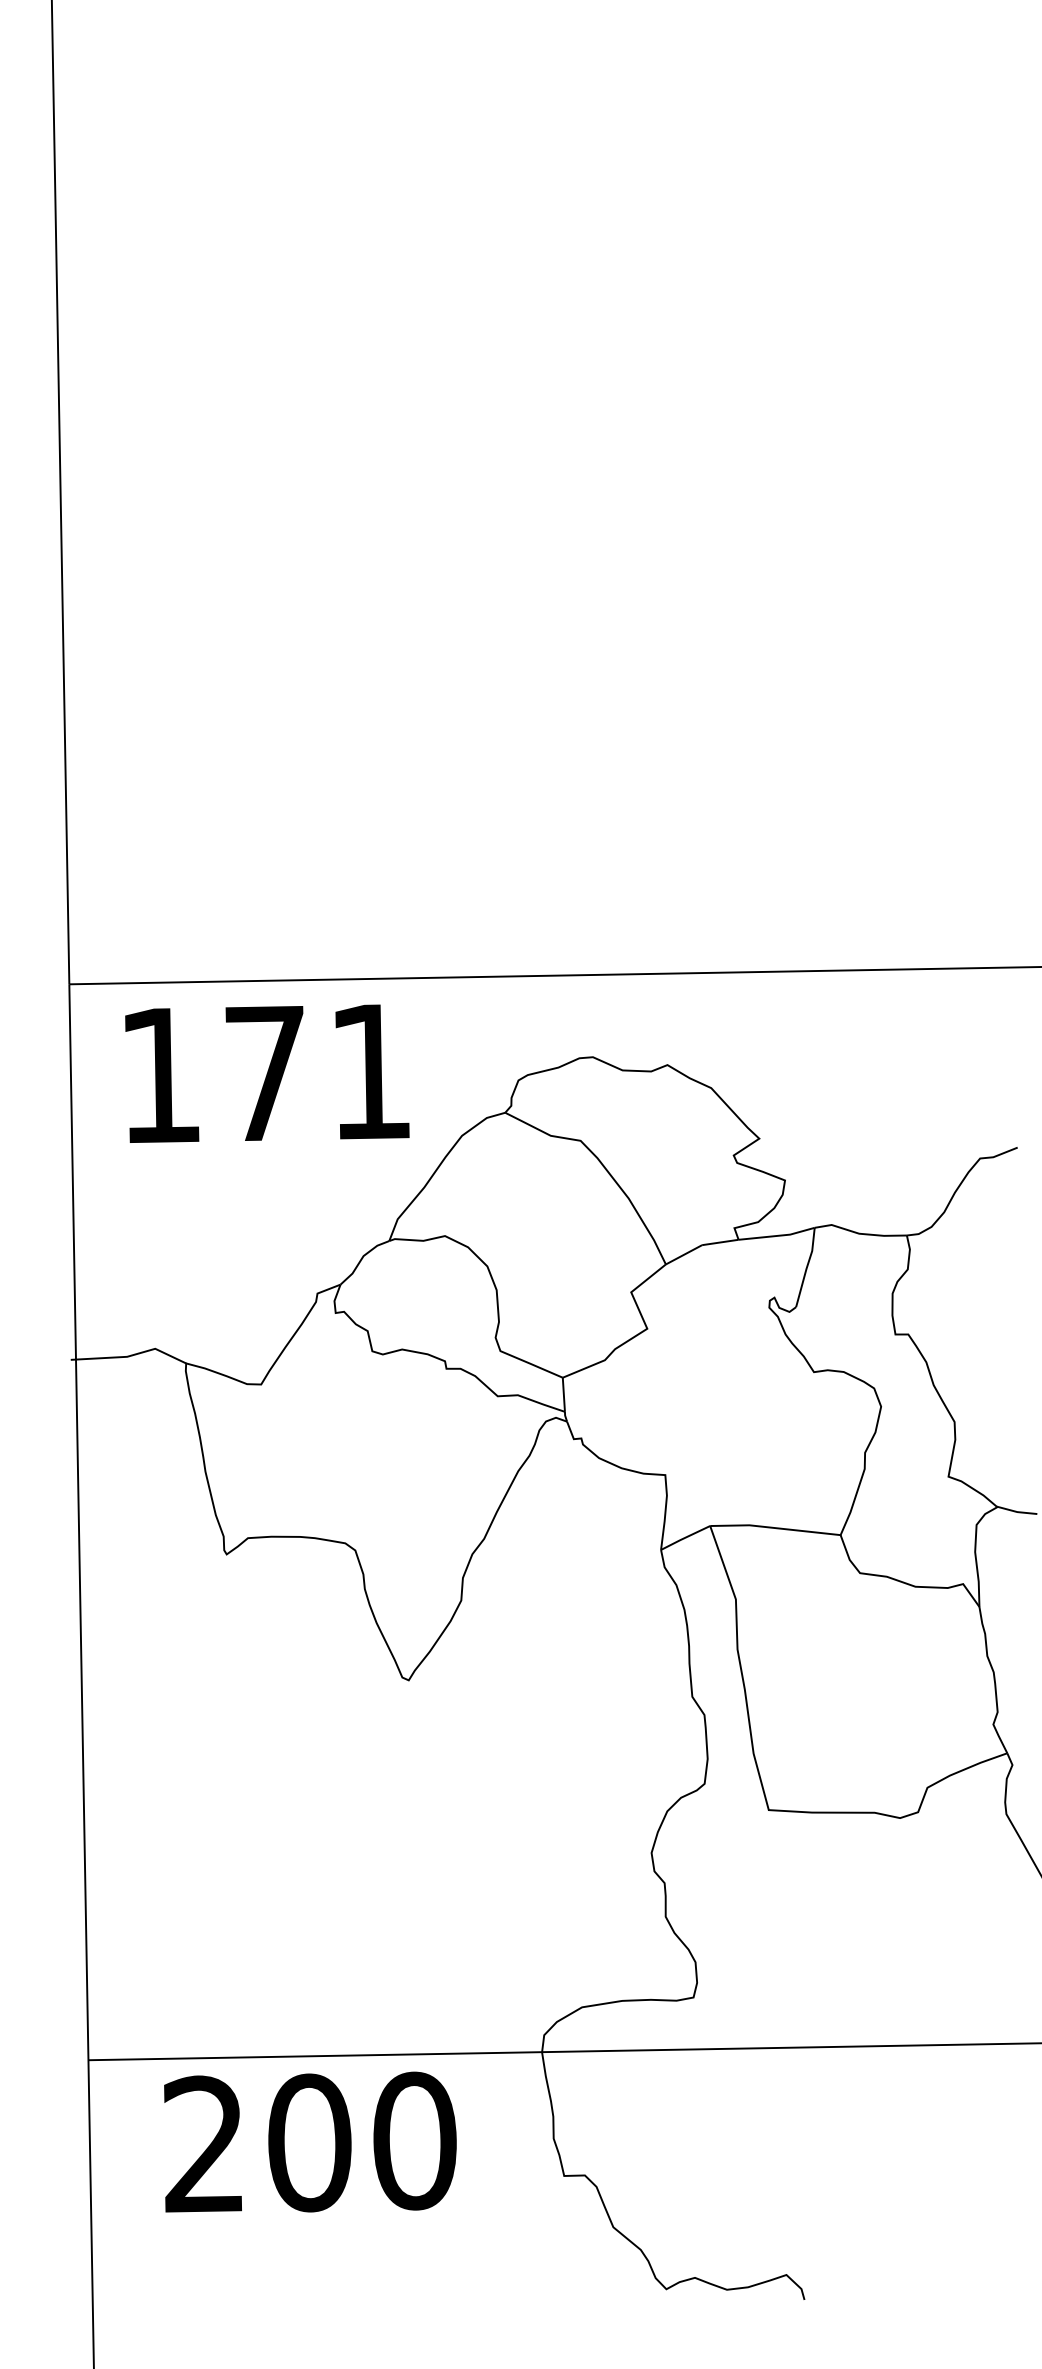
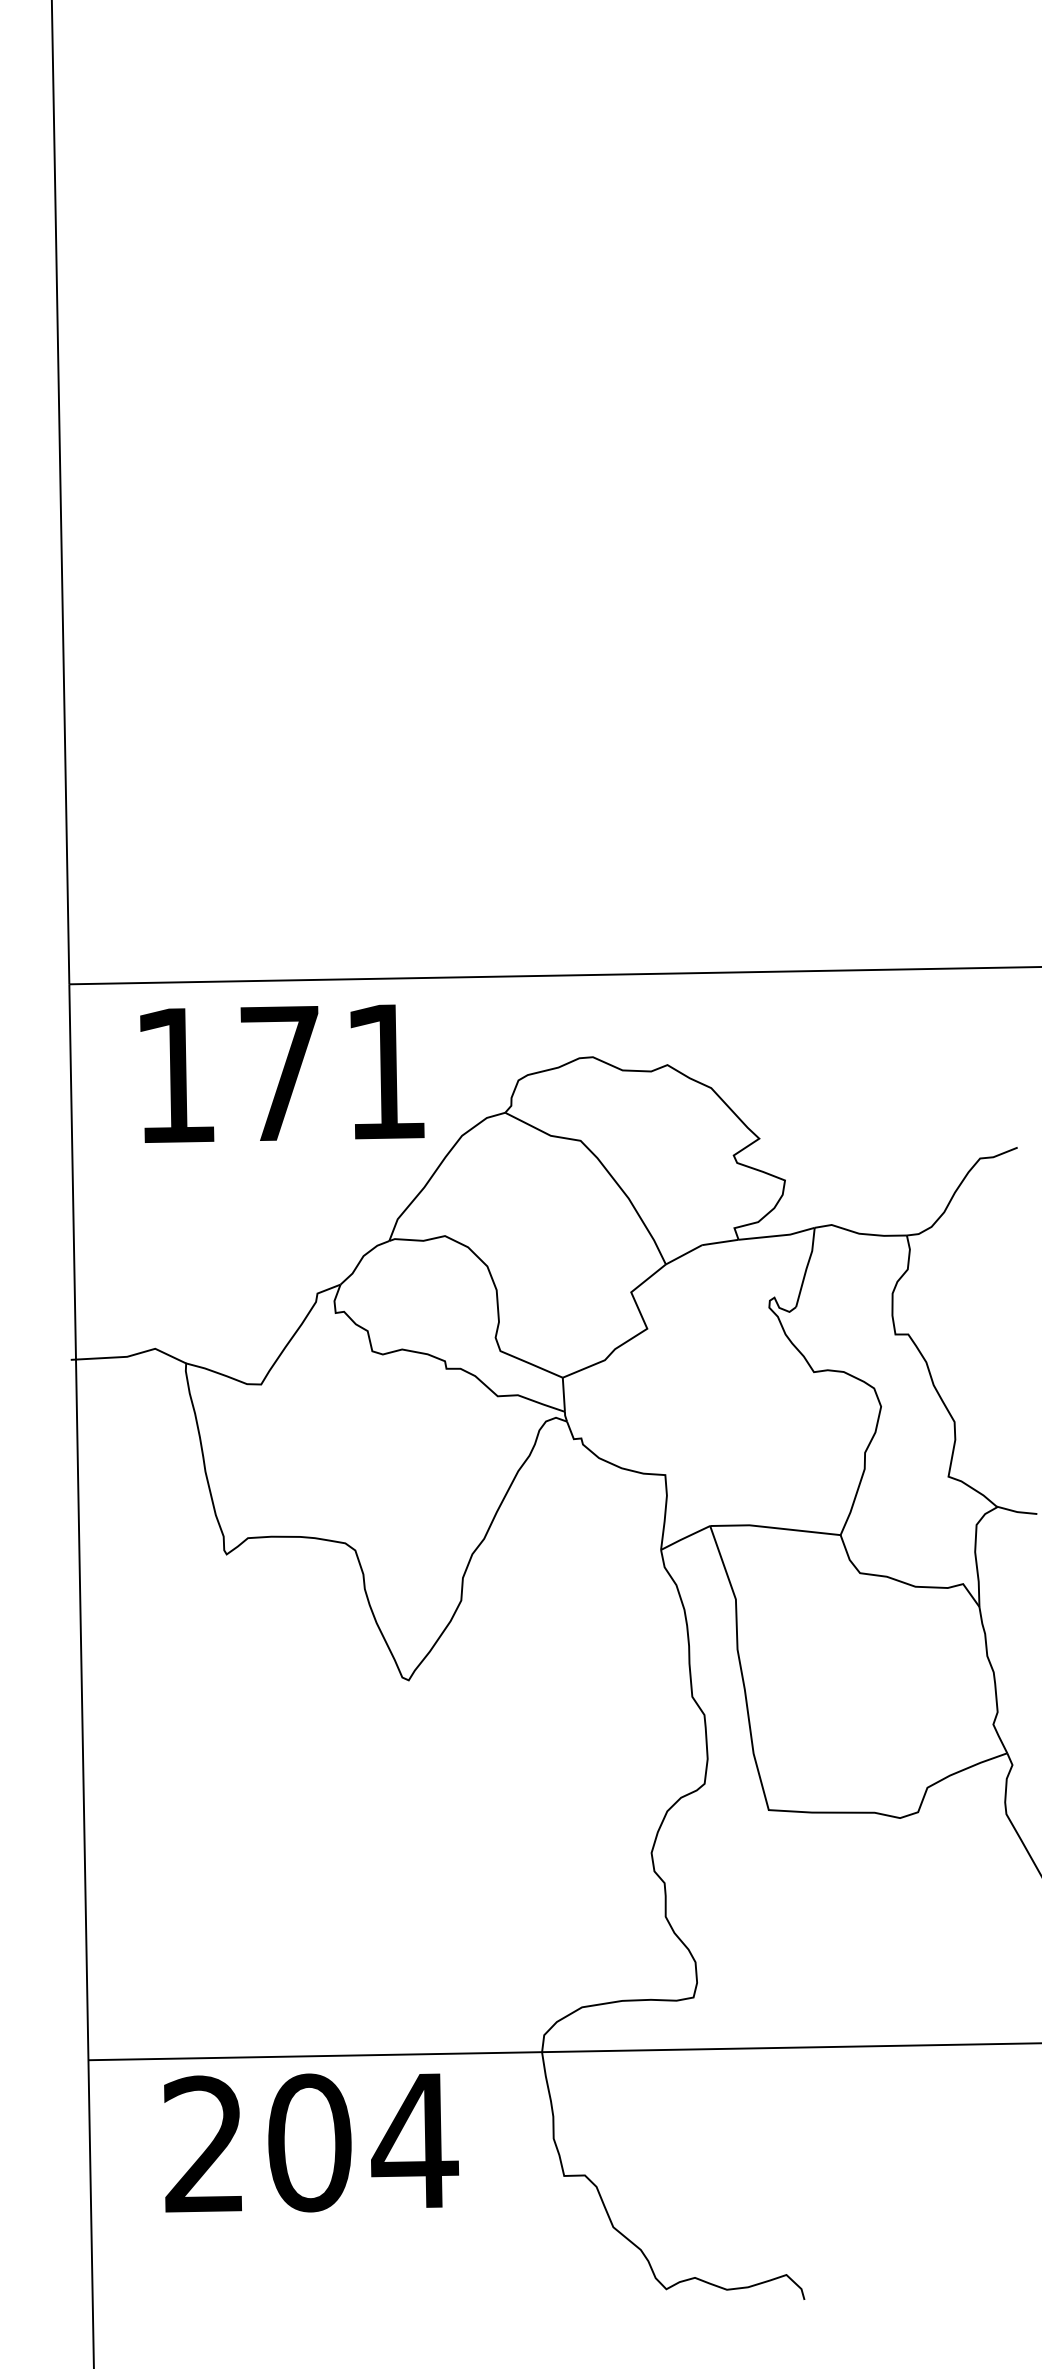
text at (267, 1073) position: (267, 1073) -> (282, 1073)
text at (415, 2140): 200 -> 204
